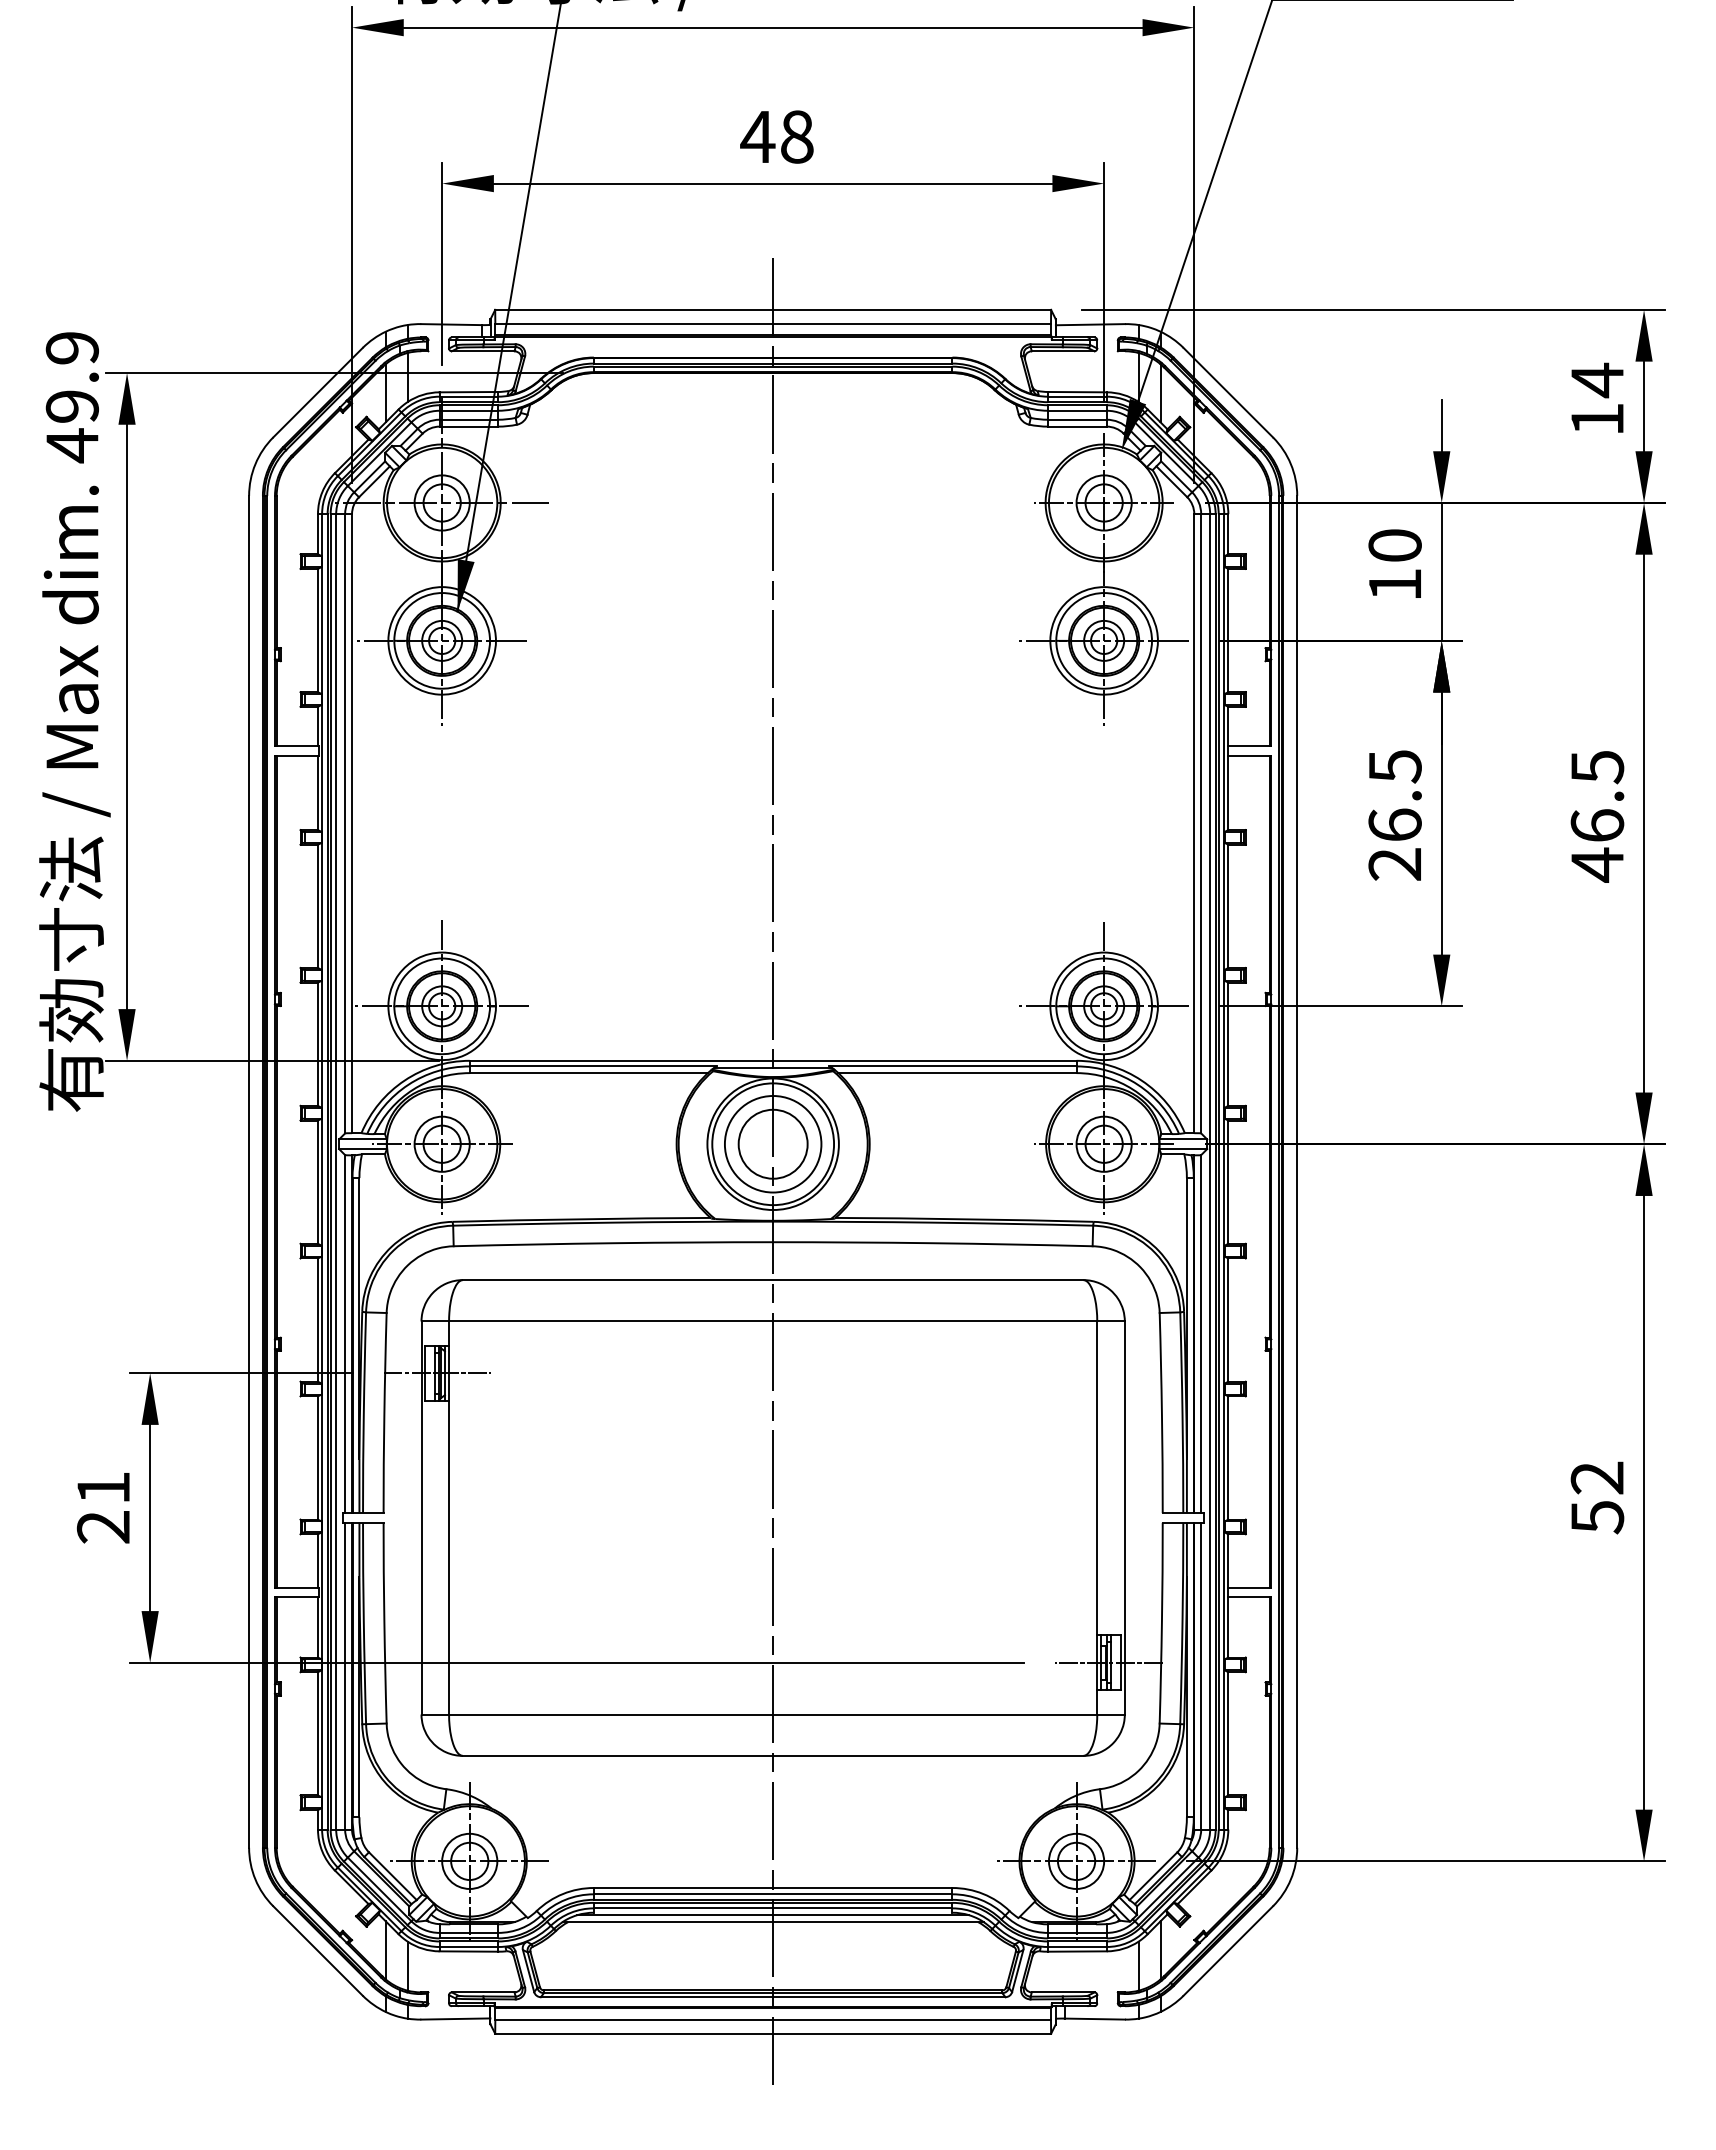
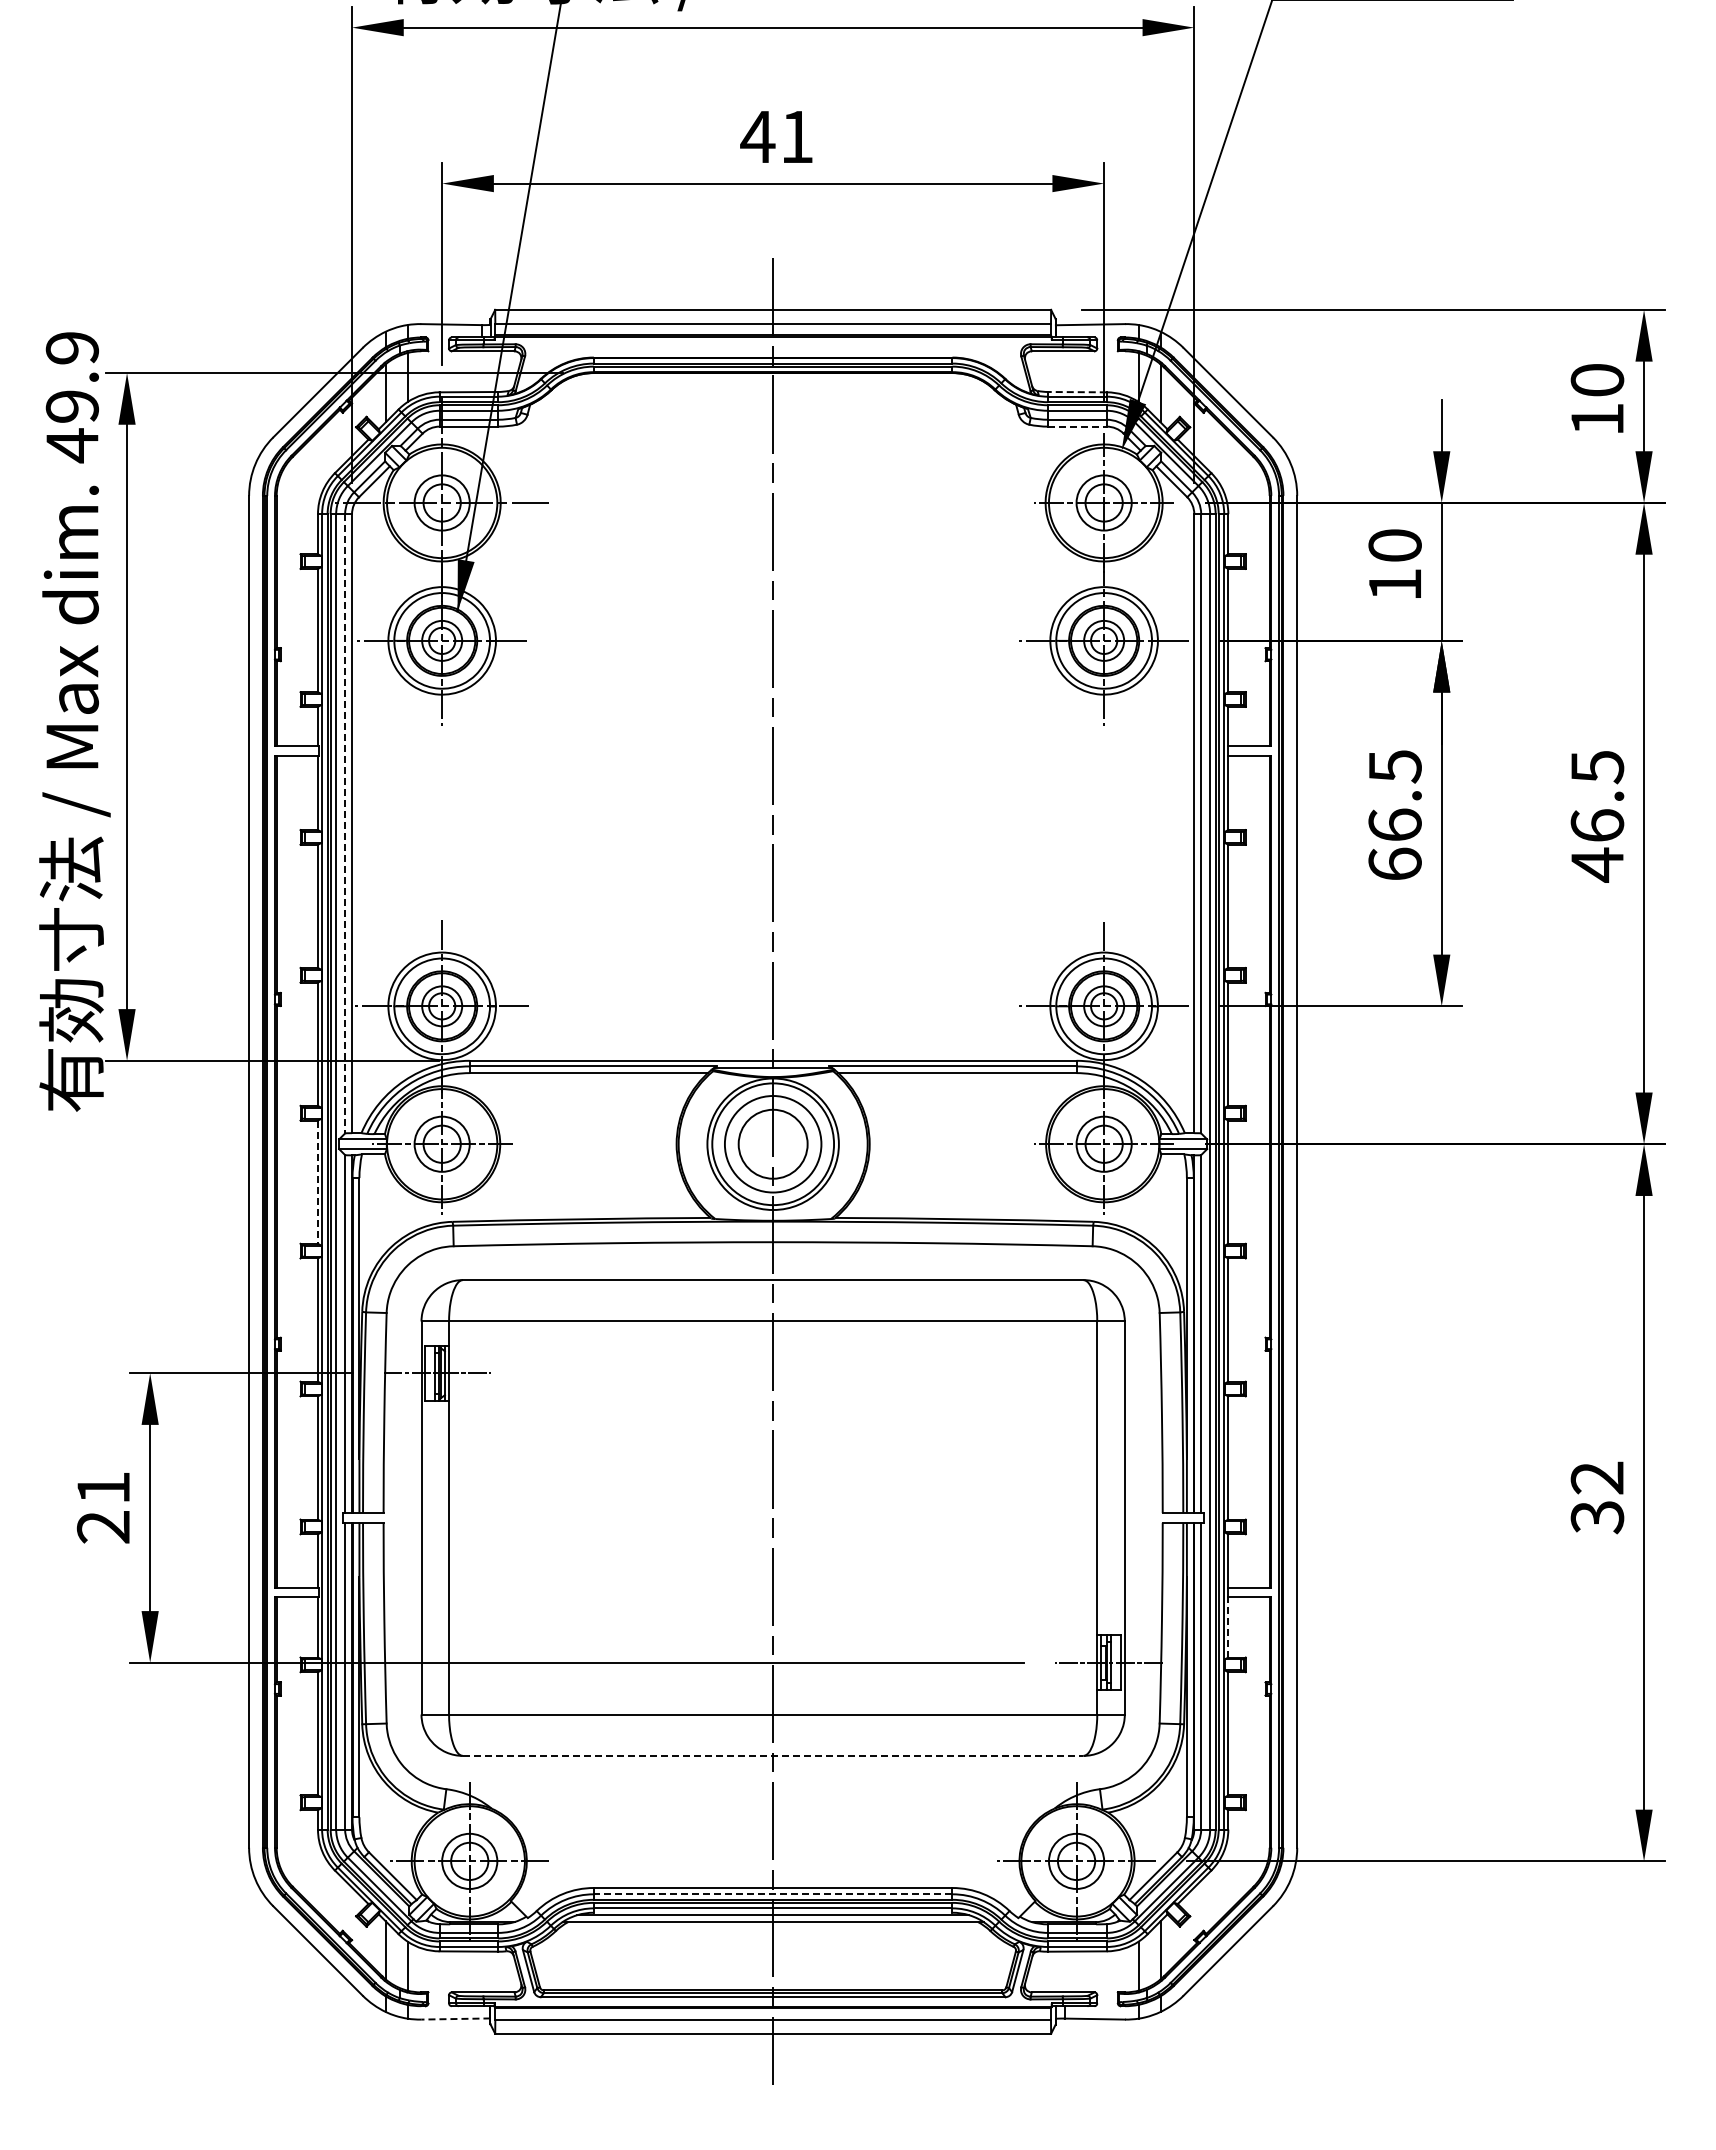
text at (797, 136): 48 -> 41
text at (1597, 380): 14 -> 10
line at (1076, 392): solid -> dashed
line at (1077, 426): solid -> dashed
line at (345, 823): solid -> dashed
text at (1394, 863): 26.5 -> 66.5
line at (317, 1182): solid -> dashed
text at (1596, 1517): 52 -> 32
line at (1228, 1626): solid -> dashed
line at (773, 1755): solid -> dashed
line at (772, 1894): solid -> dashed
line at (455, 2019): solid -> dashed
